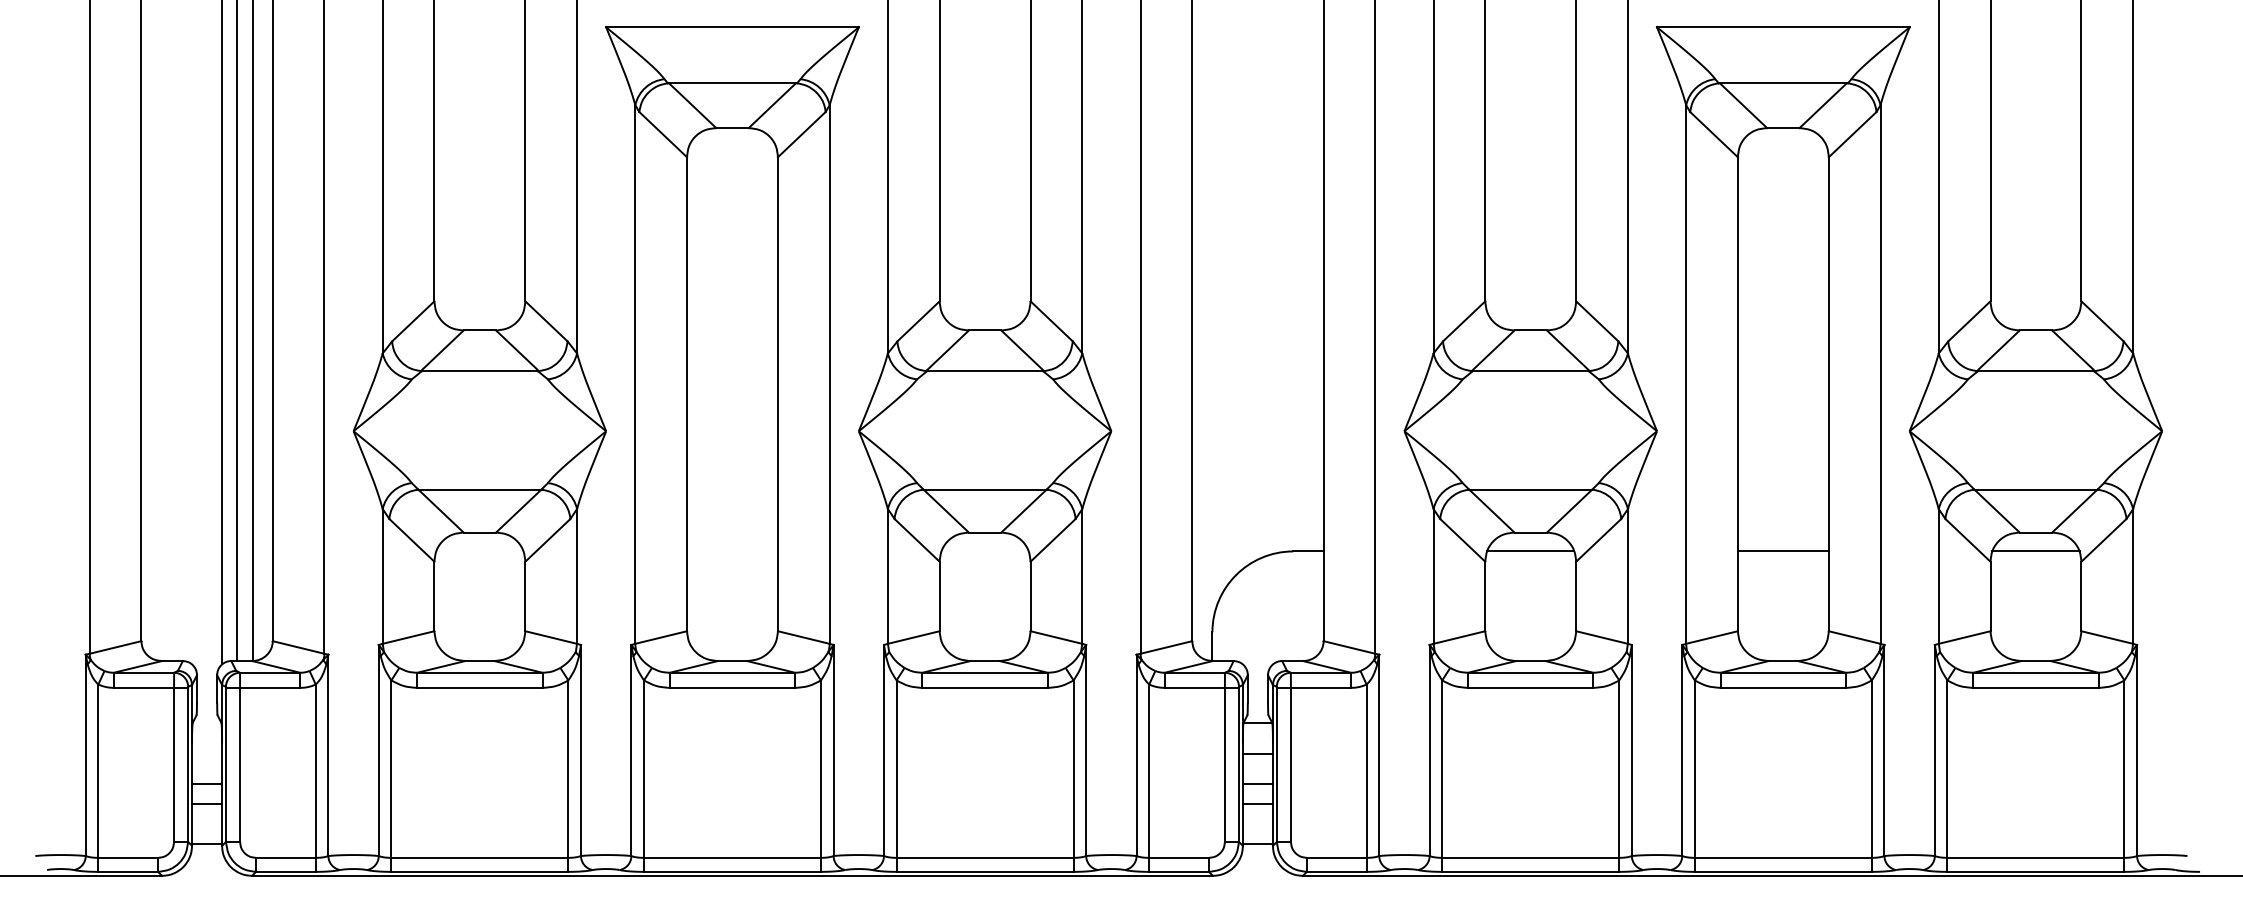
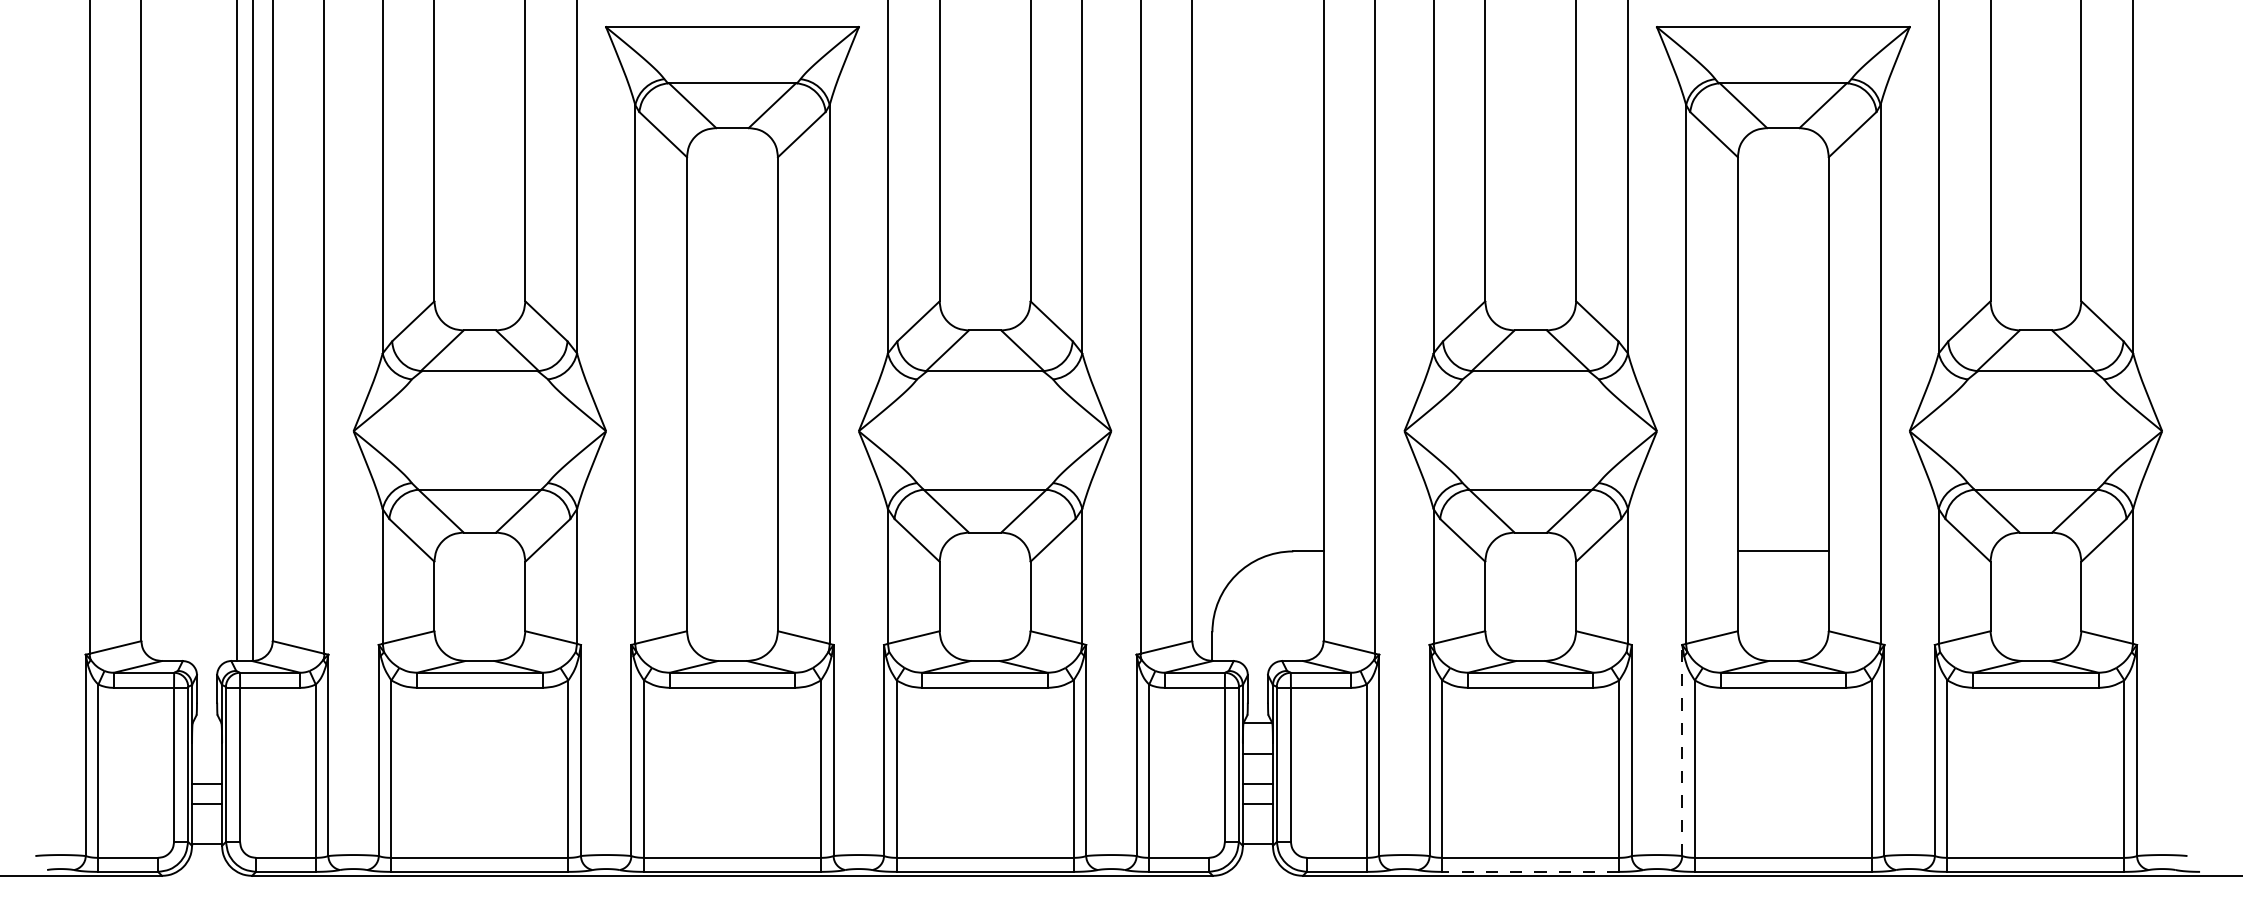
line at (222, 333): present -> none
line at (1530, 551): present -> none
line at (2035, 551): present -> none
line at (1682, 750): solid -> dashed
line at (1530, 871): solid -> dashed
